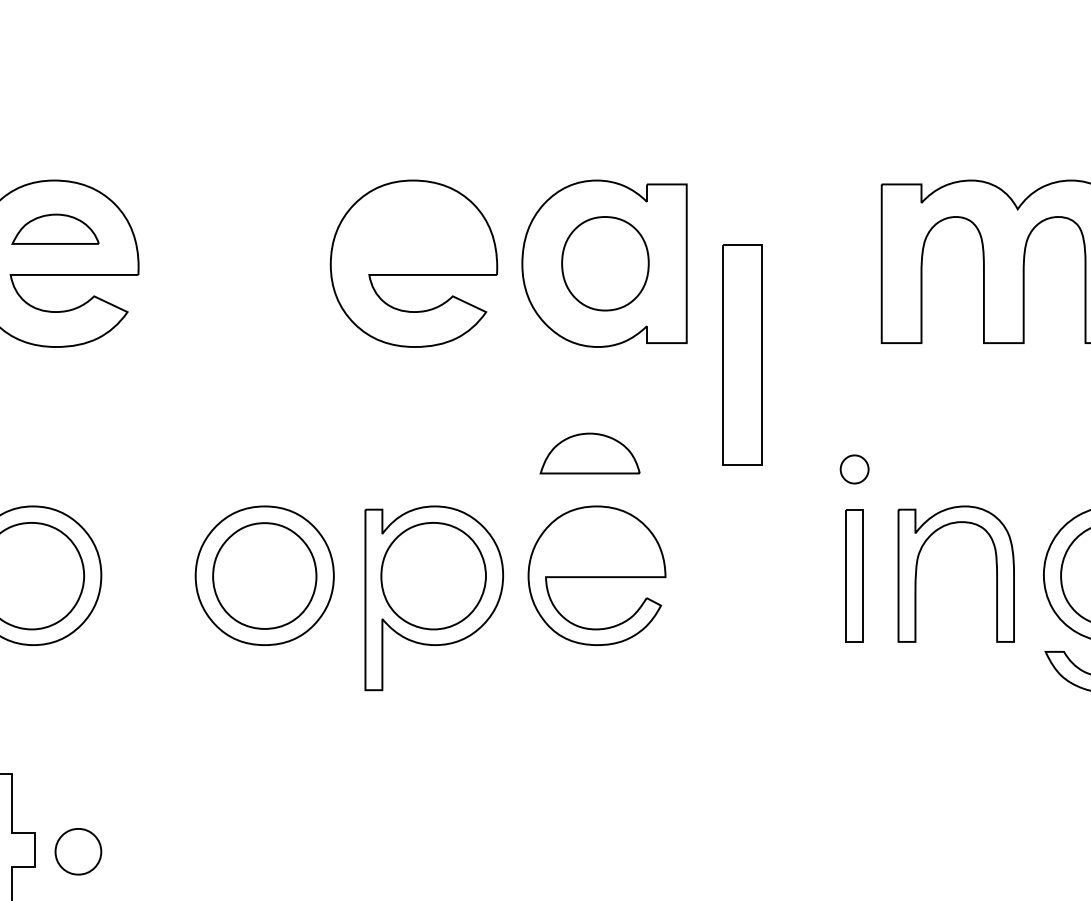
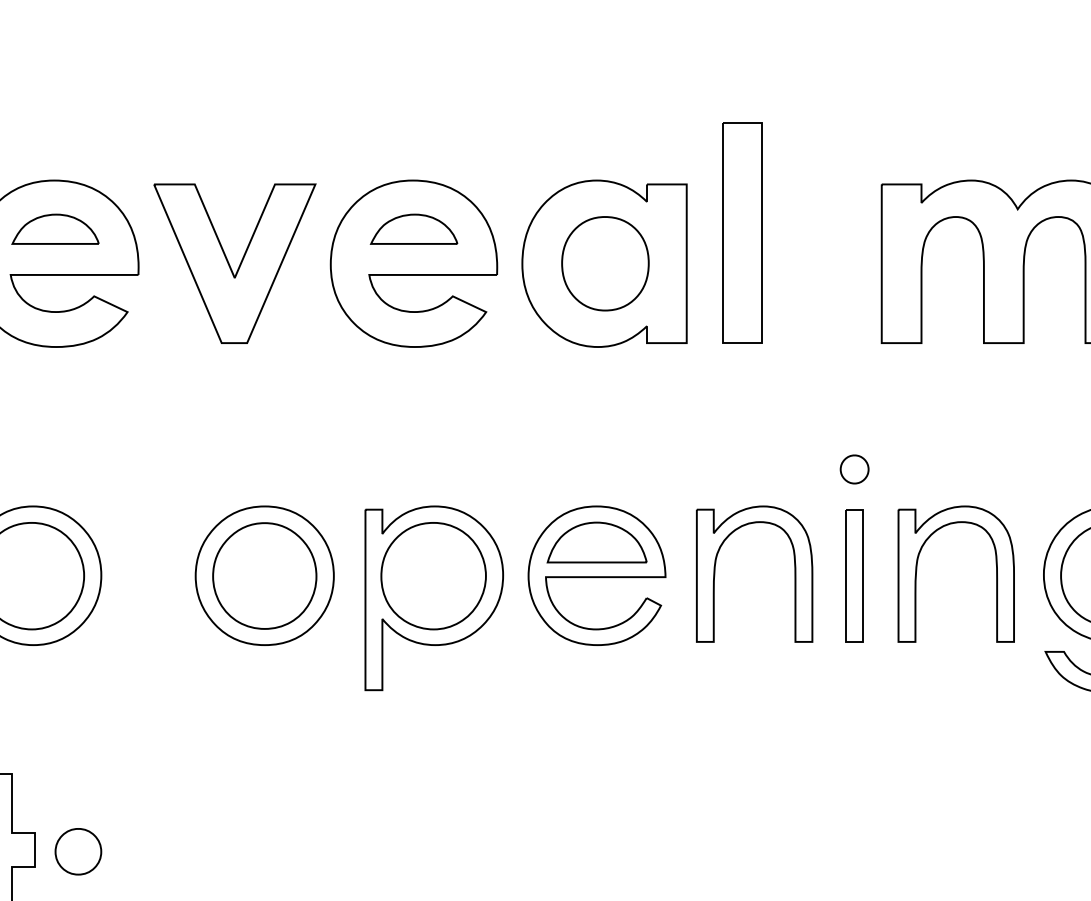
part at (413, 228): none -> present
part at (234, 263): none -> present
part at (742, 354) position: (742, 354) -> (742, 232)
part at (589, 453) position: (589, 453) -> (596, 542)
part at (715, 573): none -> present
